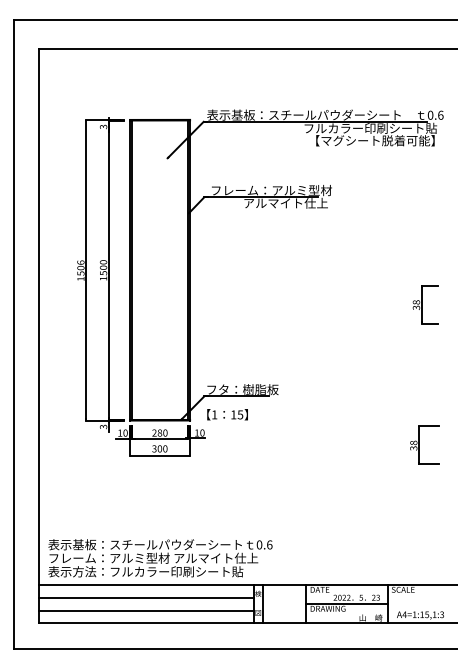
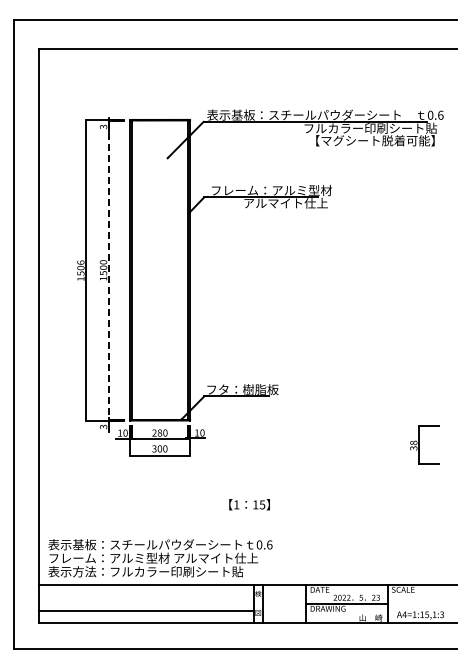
line at (109, 270): solid -> dashed
part at (425, 304): present -> none
text at (227, 414) position: (227, 414) -> (249, 504)
line at (145, 598): present -> none
